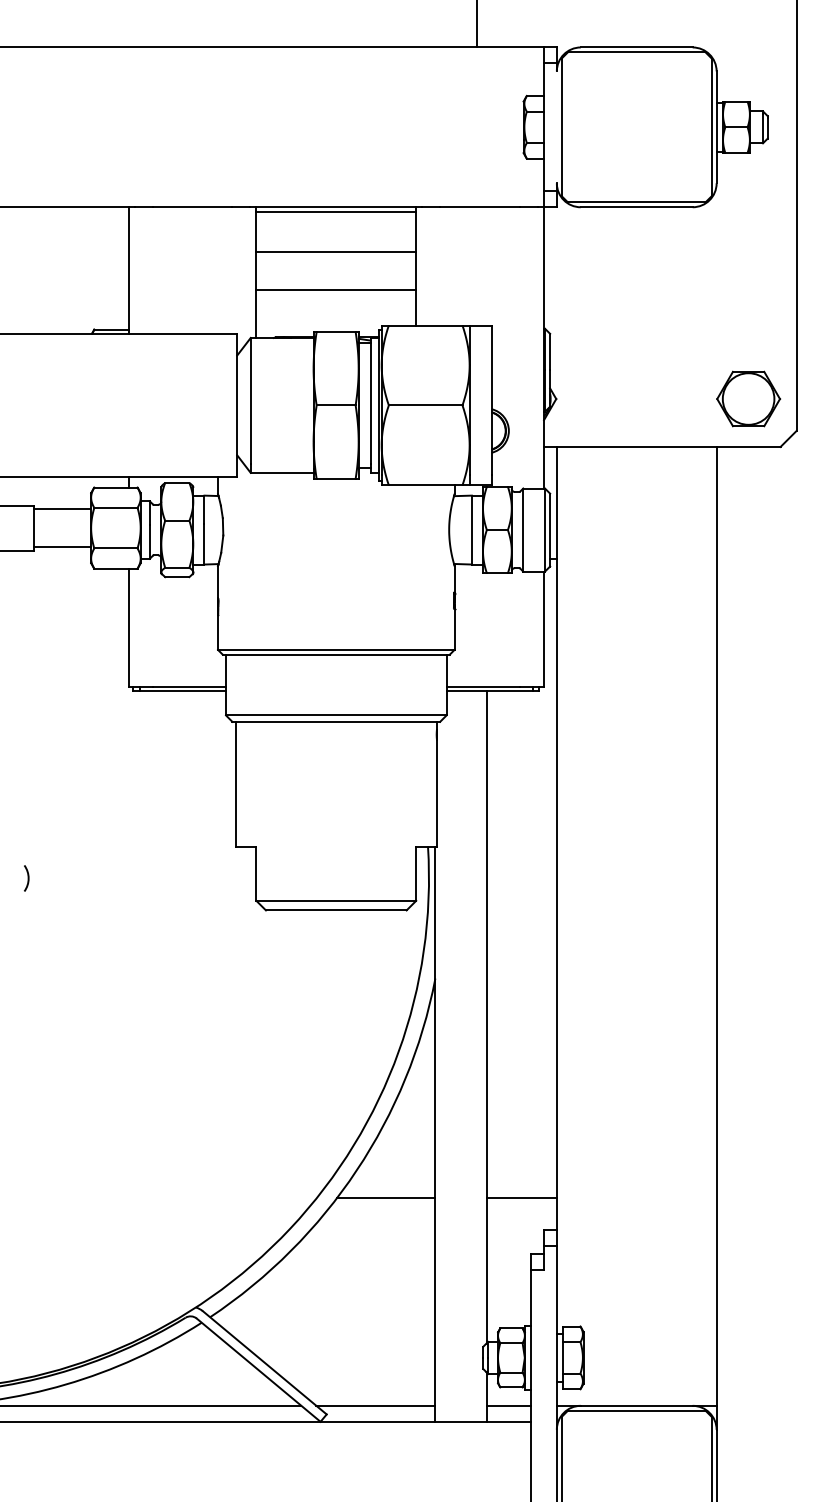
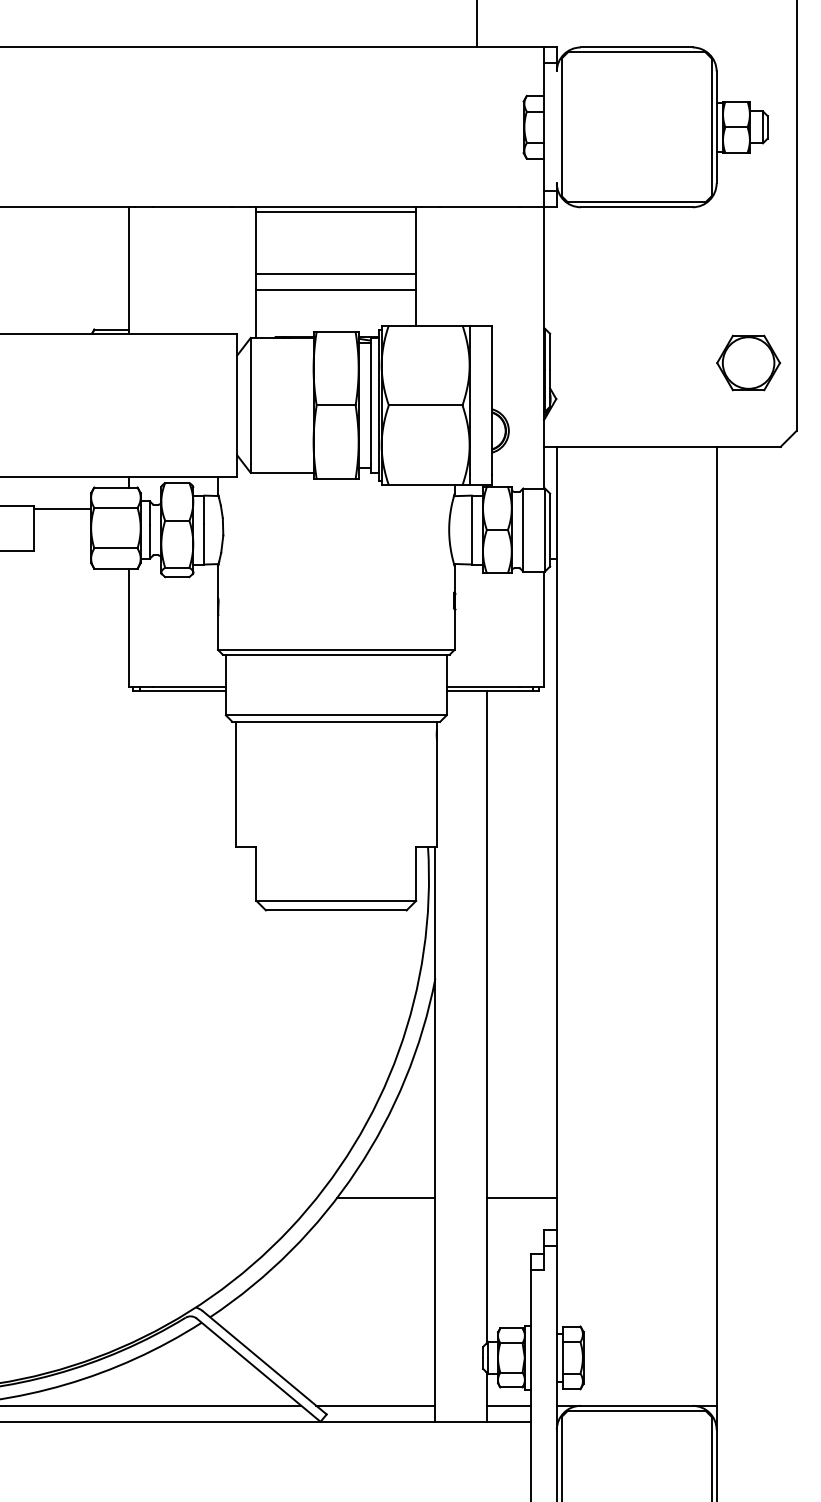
line at (336, 252) position: (336, 252) -> (336, 274)
part at (748, 398) position: (748, 398) -> (748, 362)
line at (62, 547): present -> none
arc at (27, 878): present -> none
